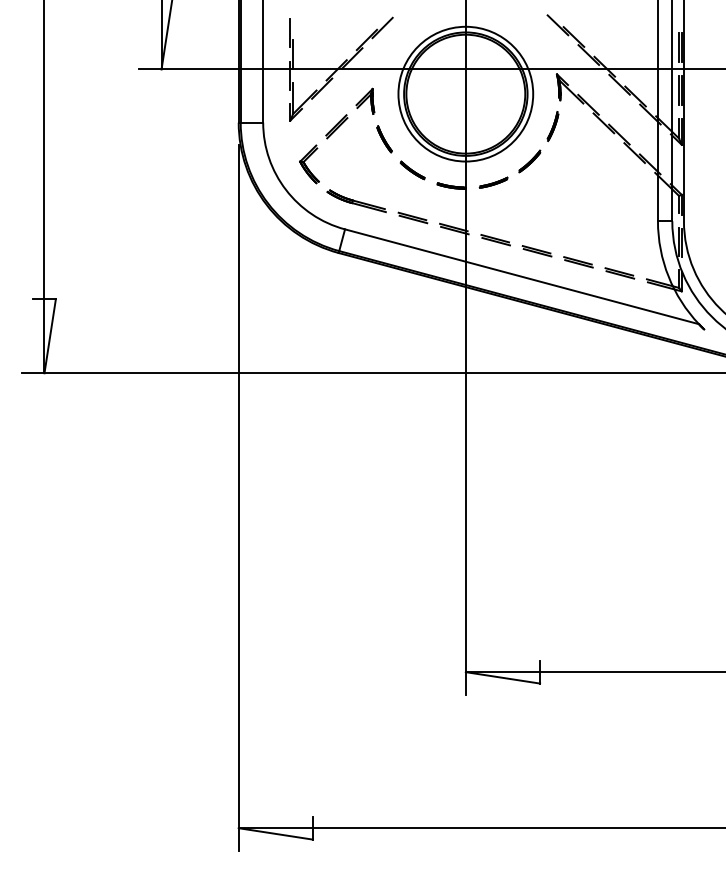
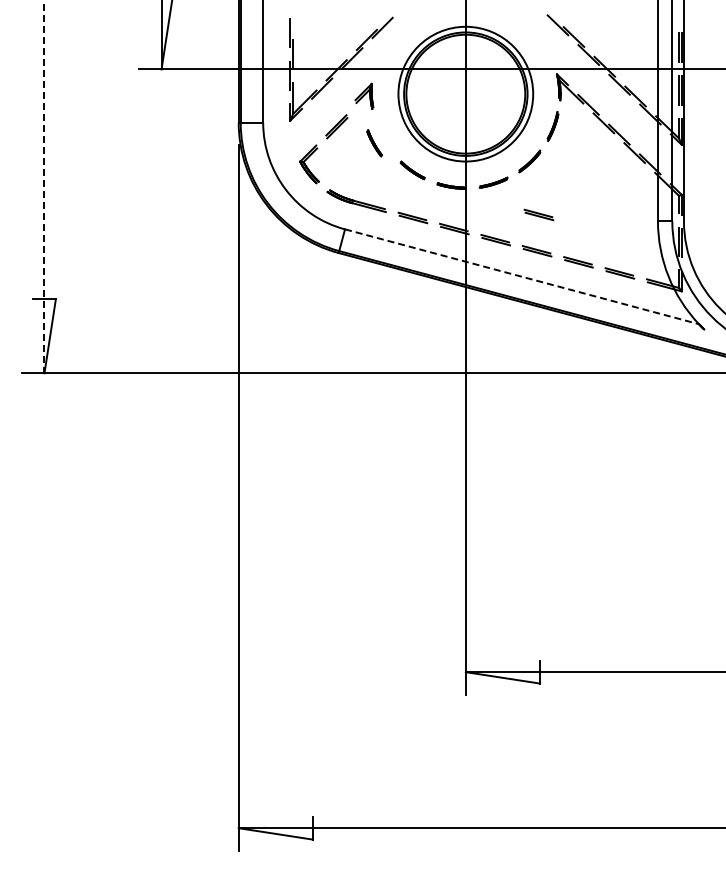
part at (365, 100) position: (365, 100) -> (364, 95)
part at (384, 139) position: (384, 139) -> (374, 143)
line at (44, 187): solid -> dashed
part at (538, 214): none -> present
line at (522, 276): solid -> dashed
